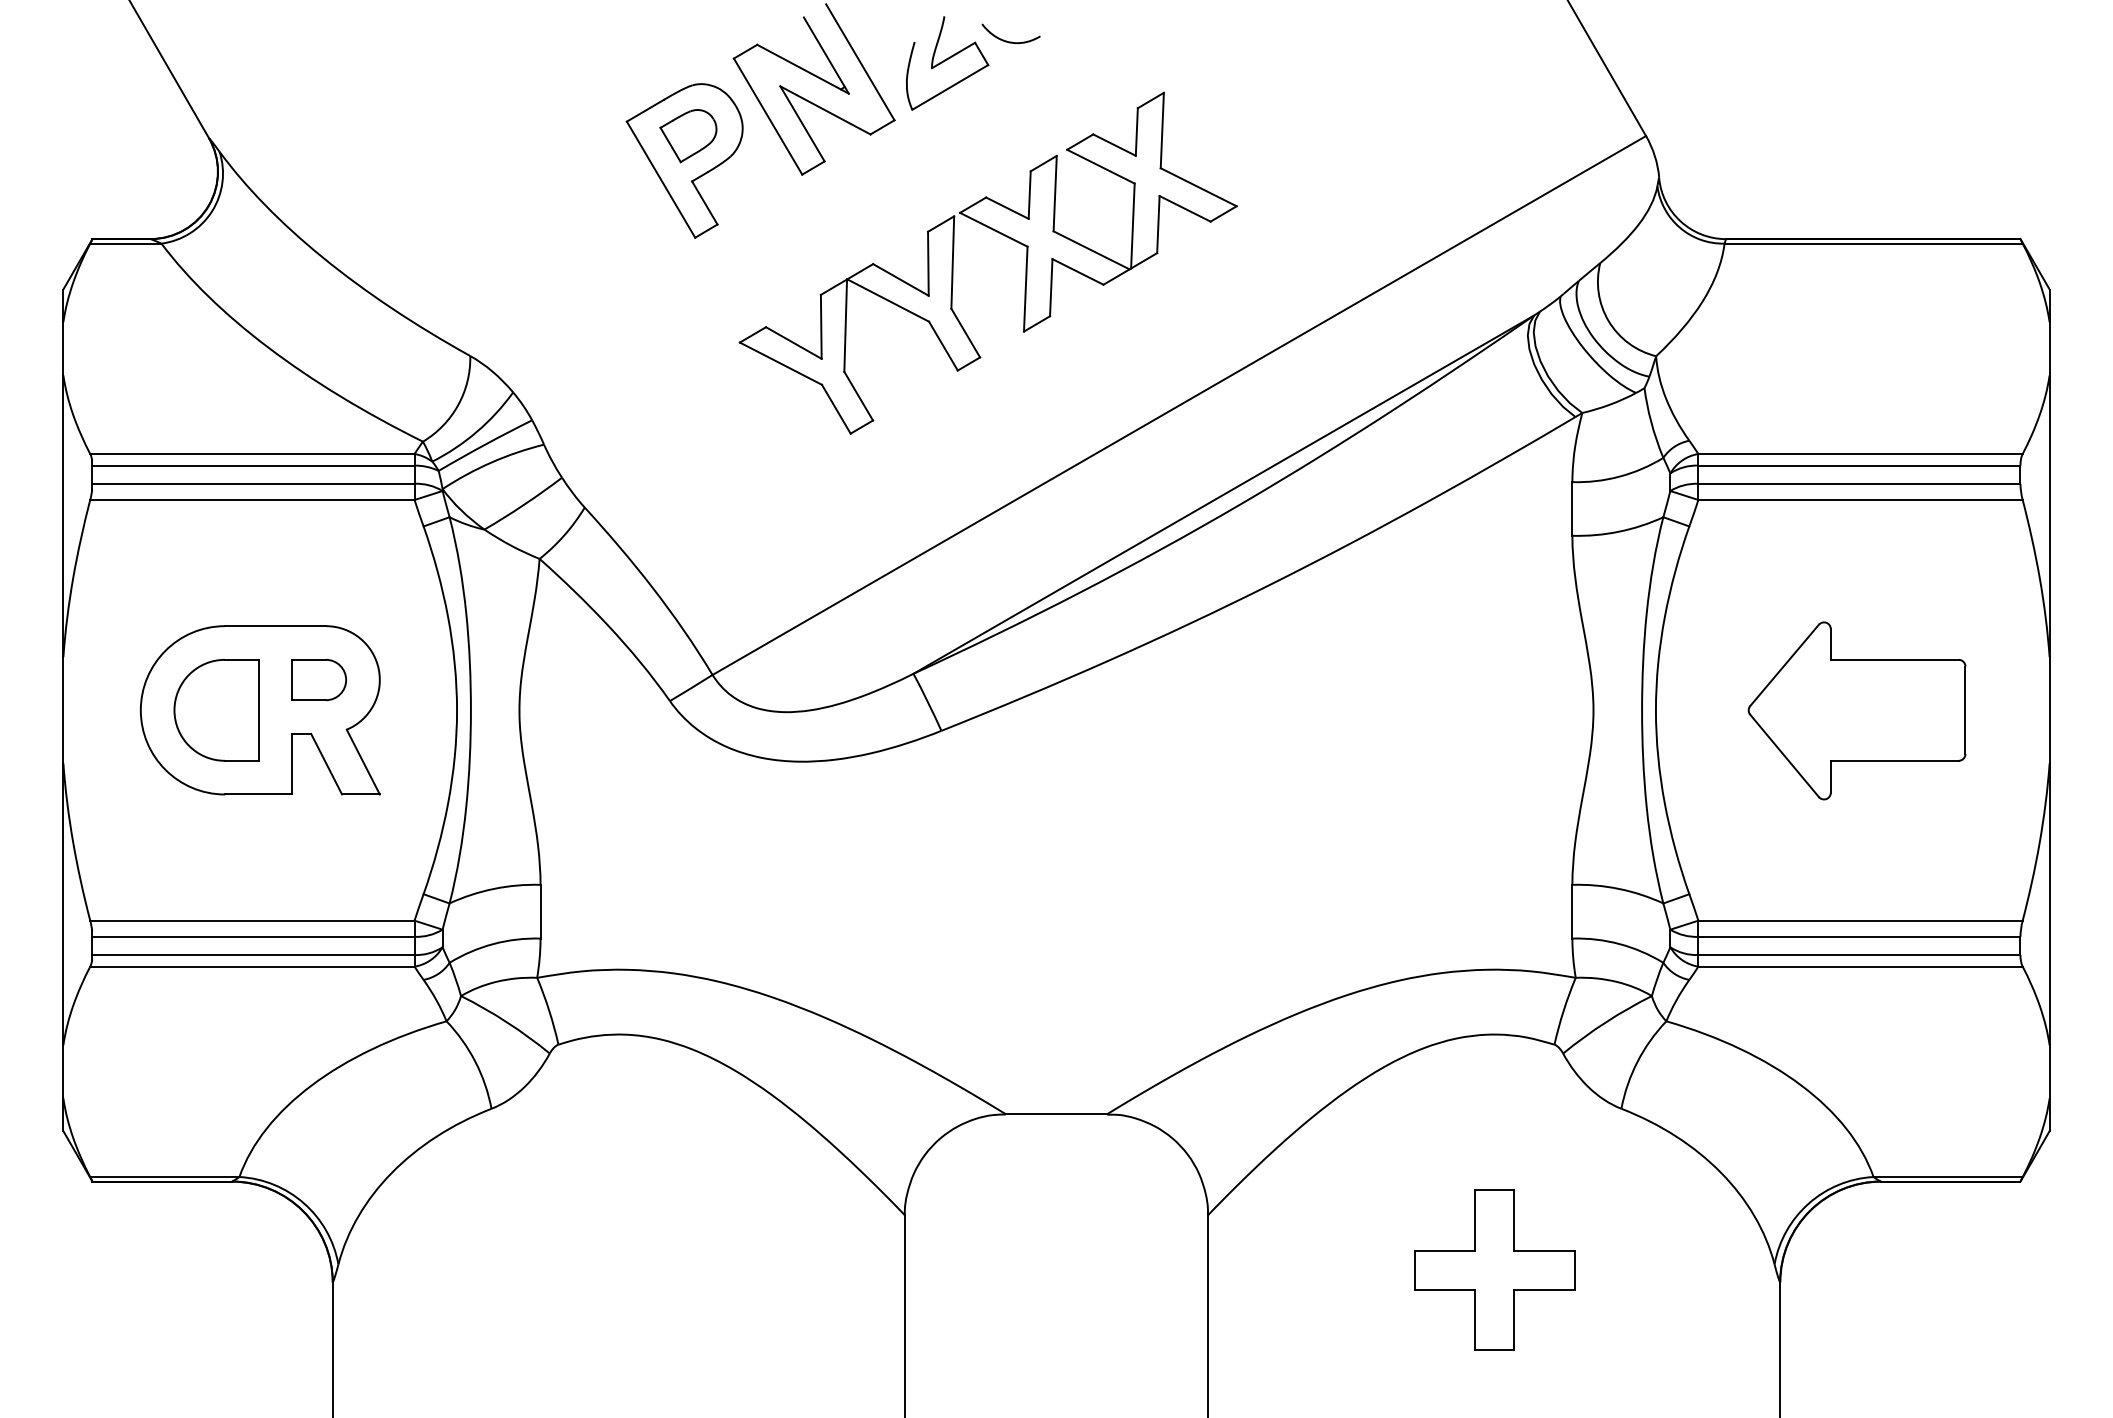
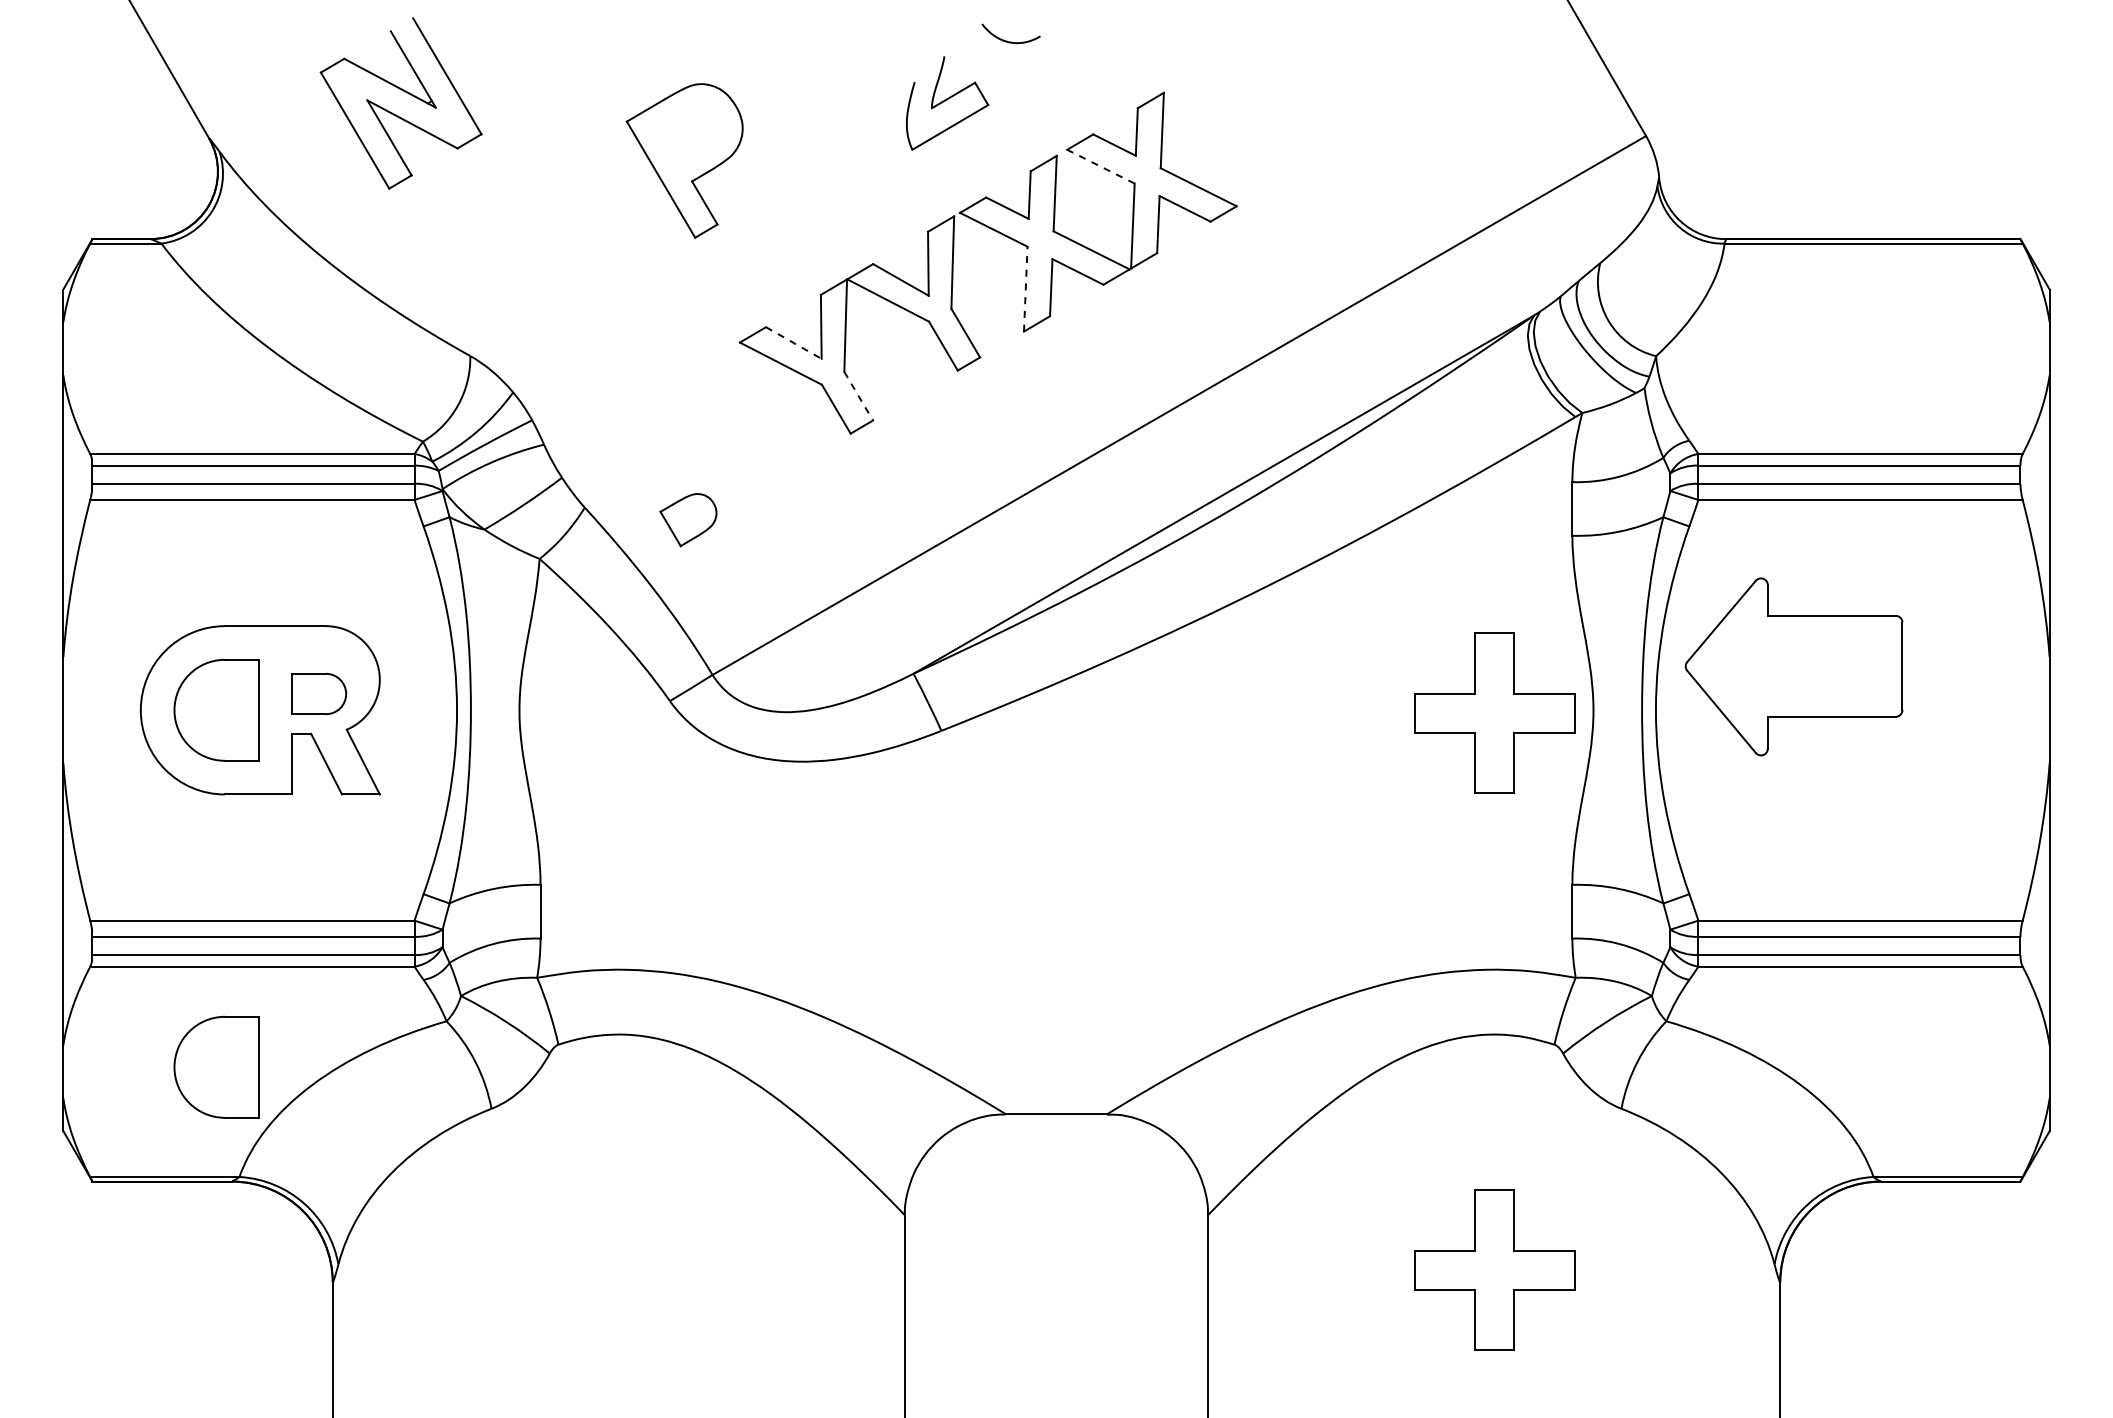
part at (947, 63) position: (947, 63) -> (947, 103)
part at (819, 79) position: (819, 79) -> (406, 93)
part at (688, 136) position: (688, 136) -> (688, 520)
line at (1100, 166): solid -> dashed
line at (1025, 288): solid -> dashed
line at (793, 343): solid -> dashed
line at (858, 396): solid -> dashed
part at (319, 680) position: (319, 680) -> (319, 694)
part at (1856, 710) position: (1856, 710) -> (1793, 666)
part at (1494, 712): none -> present
part at (216, 1066): none -> present
